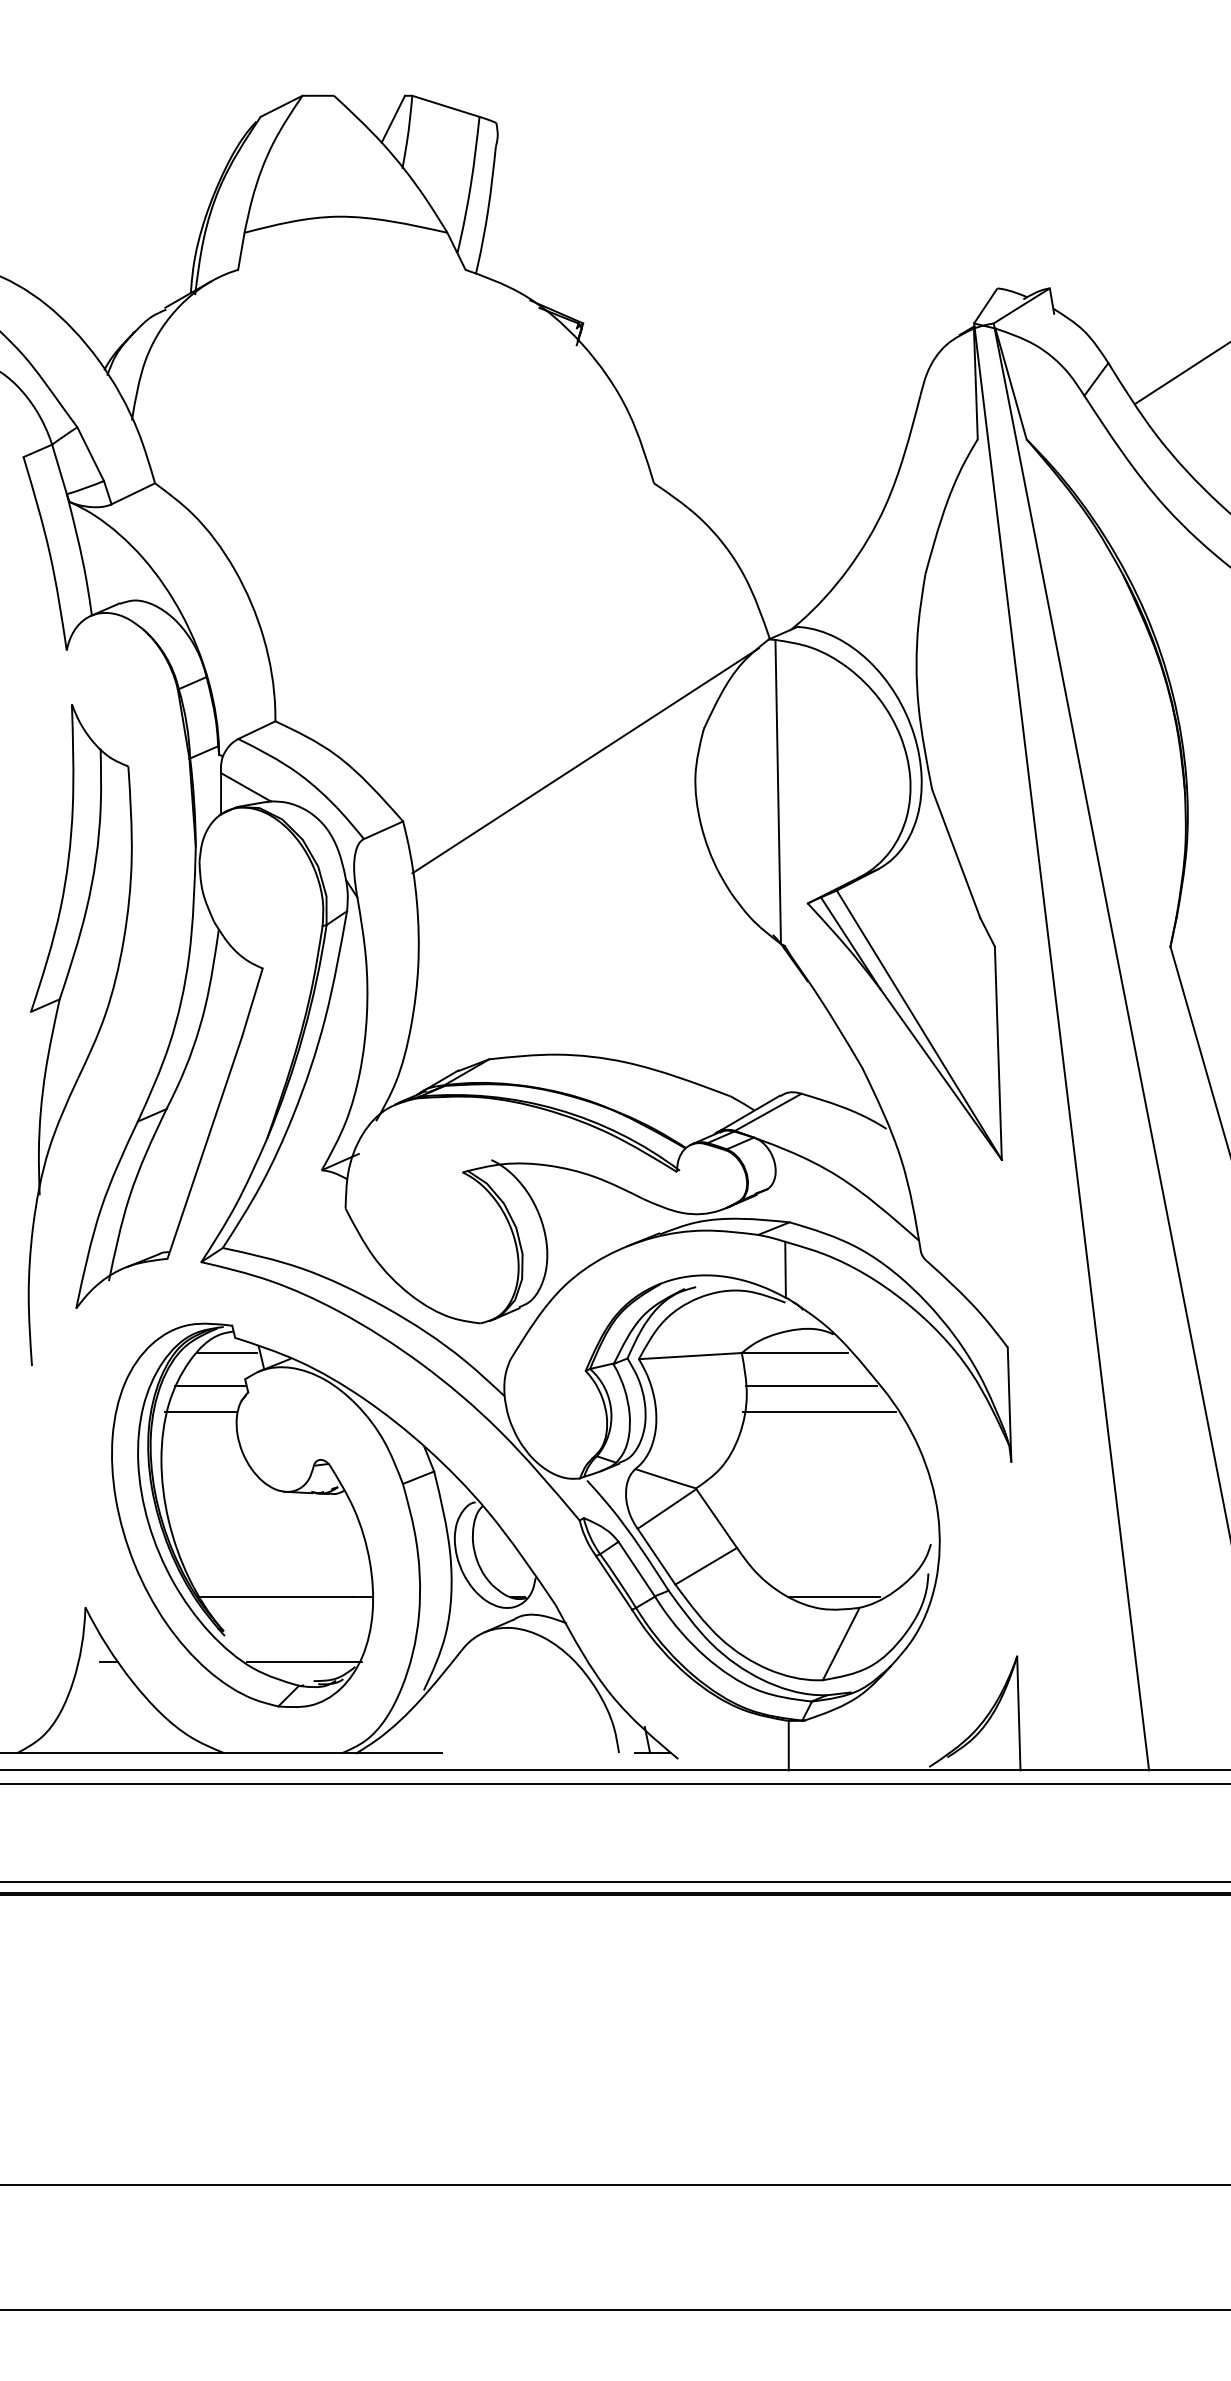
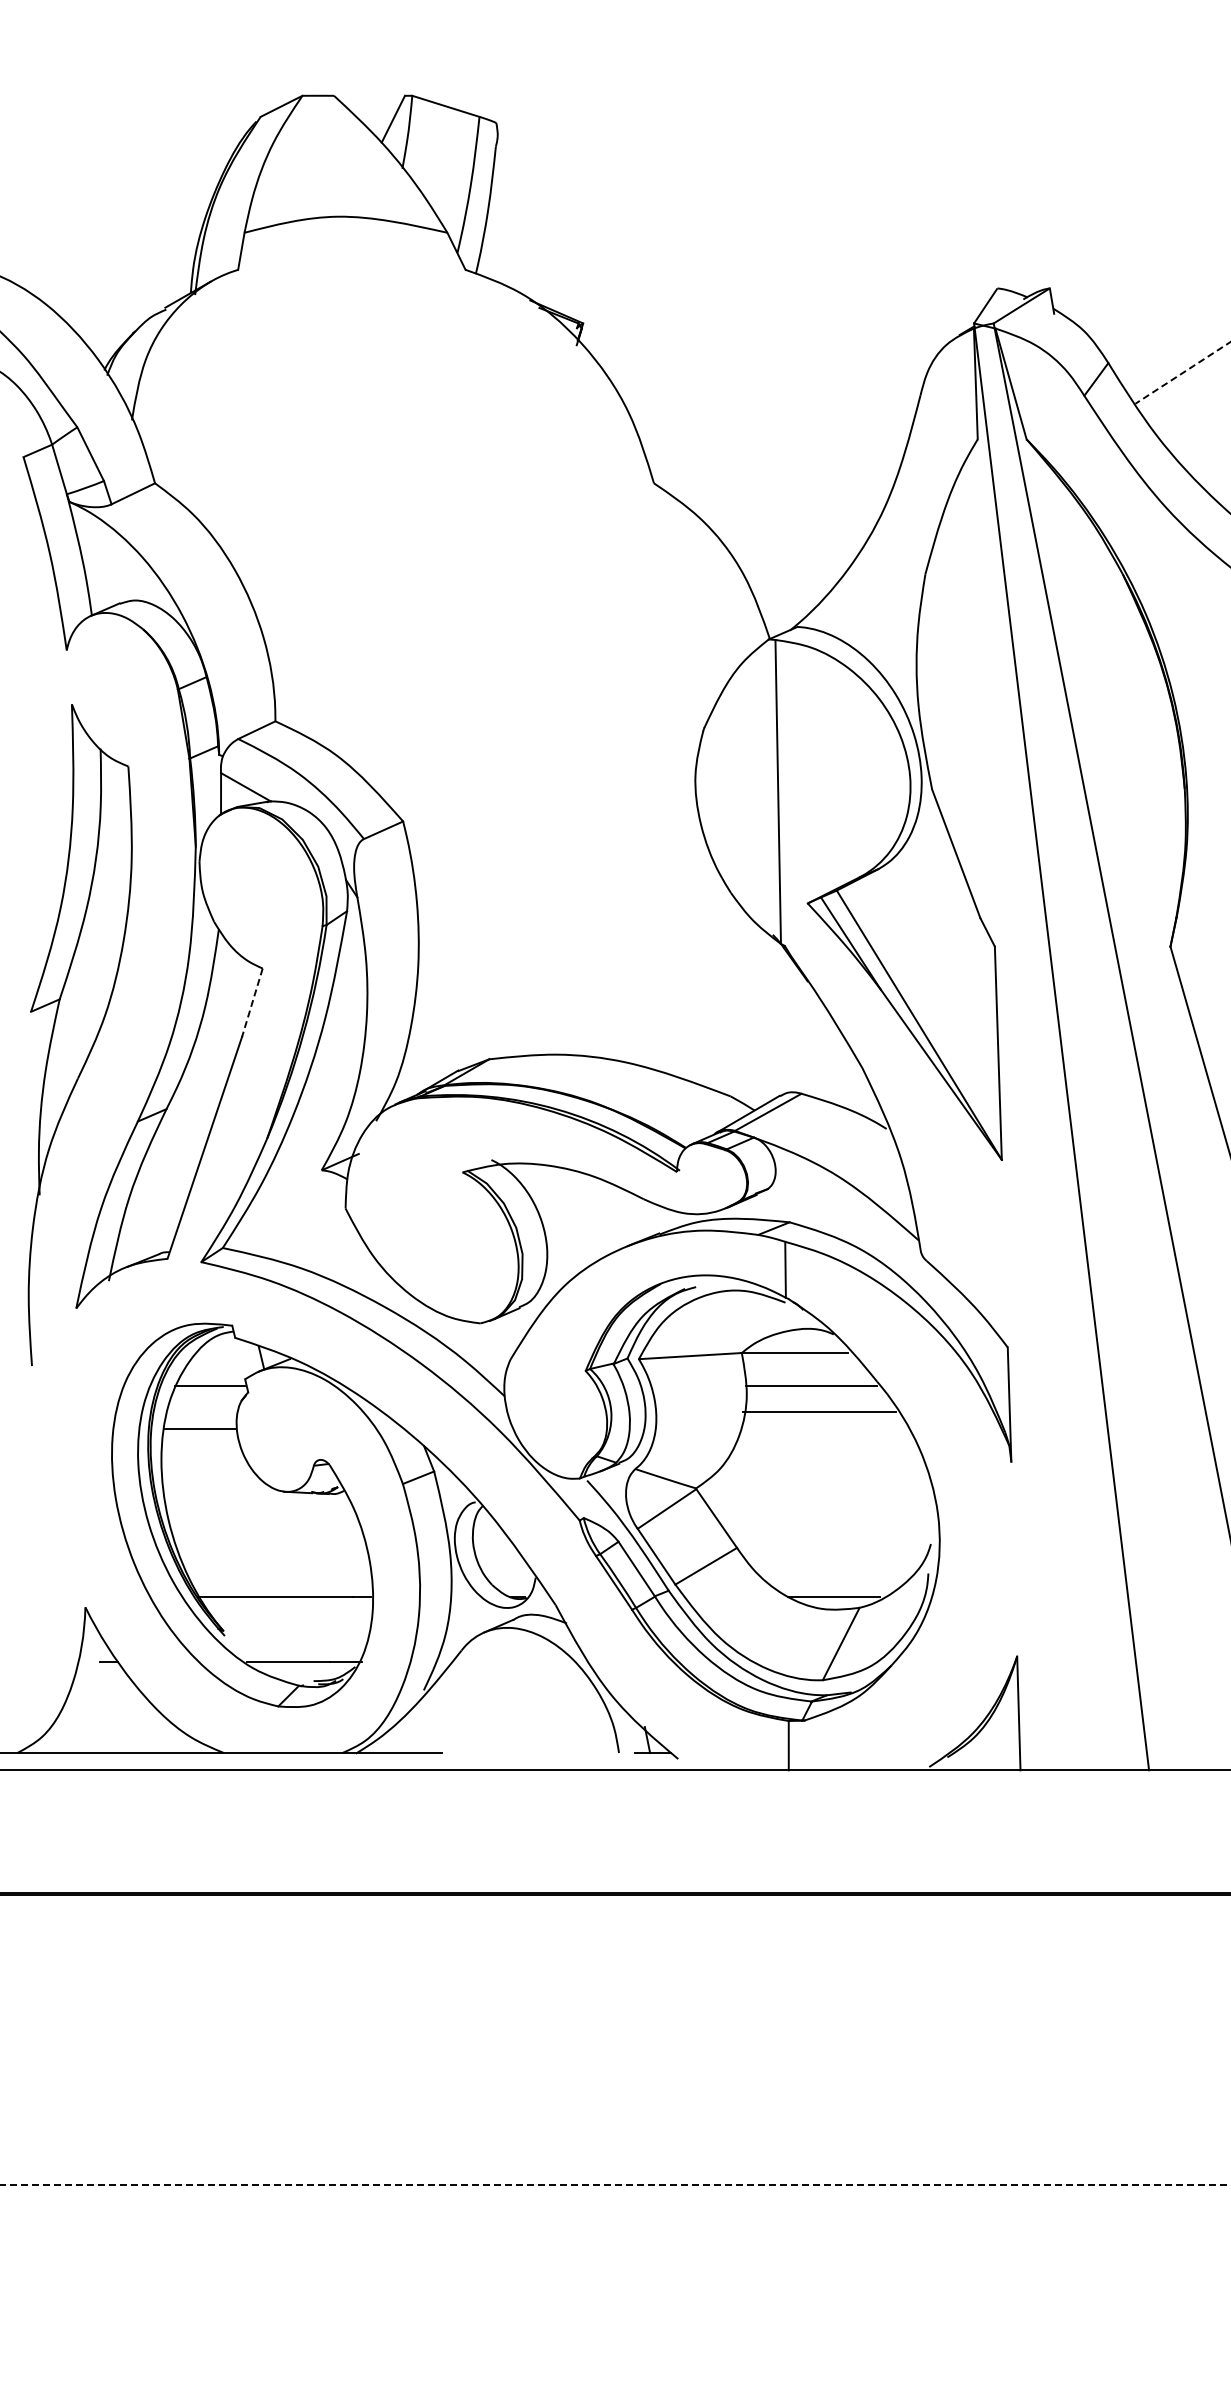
line at (1183, 372): solid -> dashed
line at (585, 760): present -> none
line at (252, 1002): solid -> dashed
line at (227, 1352): present -> none
line at (200, 1411) position: (200, 1411) -> (200, 1428)
line at (614, 1784): present -> none
line at (614, 1882): present -> none
line at (614, 2184): solid -> dashed
line at (614, 2309): present -> none
